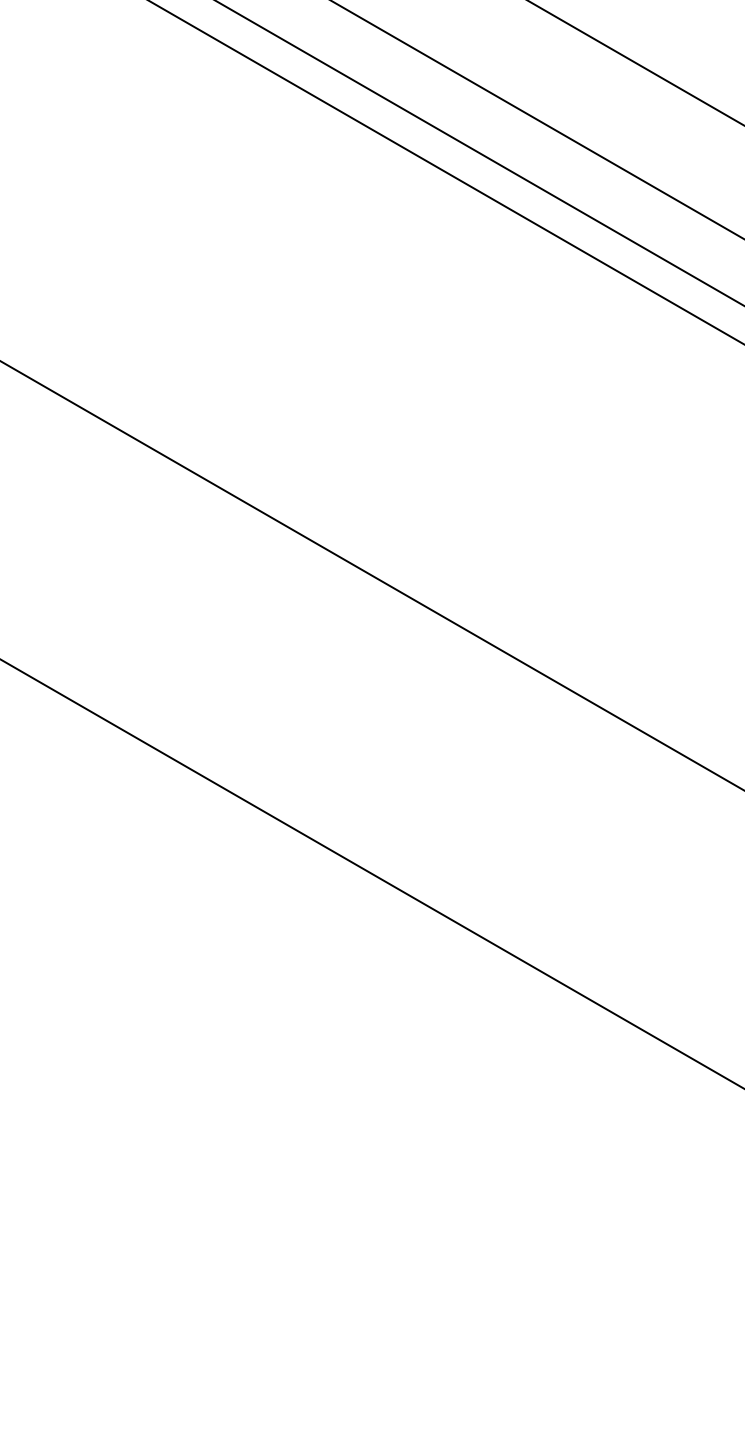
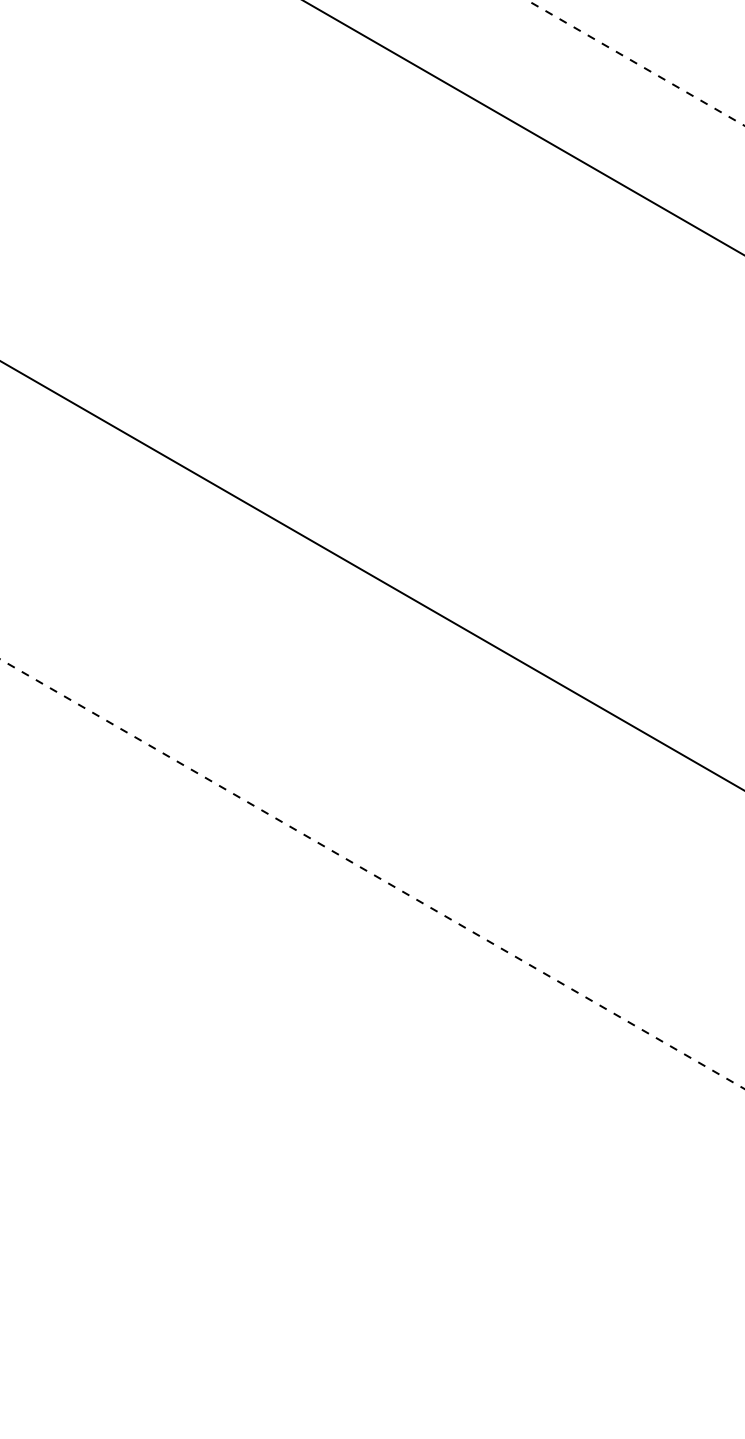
line at (636, 63): solid -> dashed
line at (537, 119) position: (537, 119) -> (523, 127)
line at (479, 153): present -> none
line at (446, 172): present -> none
line at (372, 874): solid -> dashed
